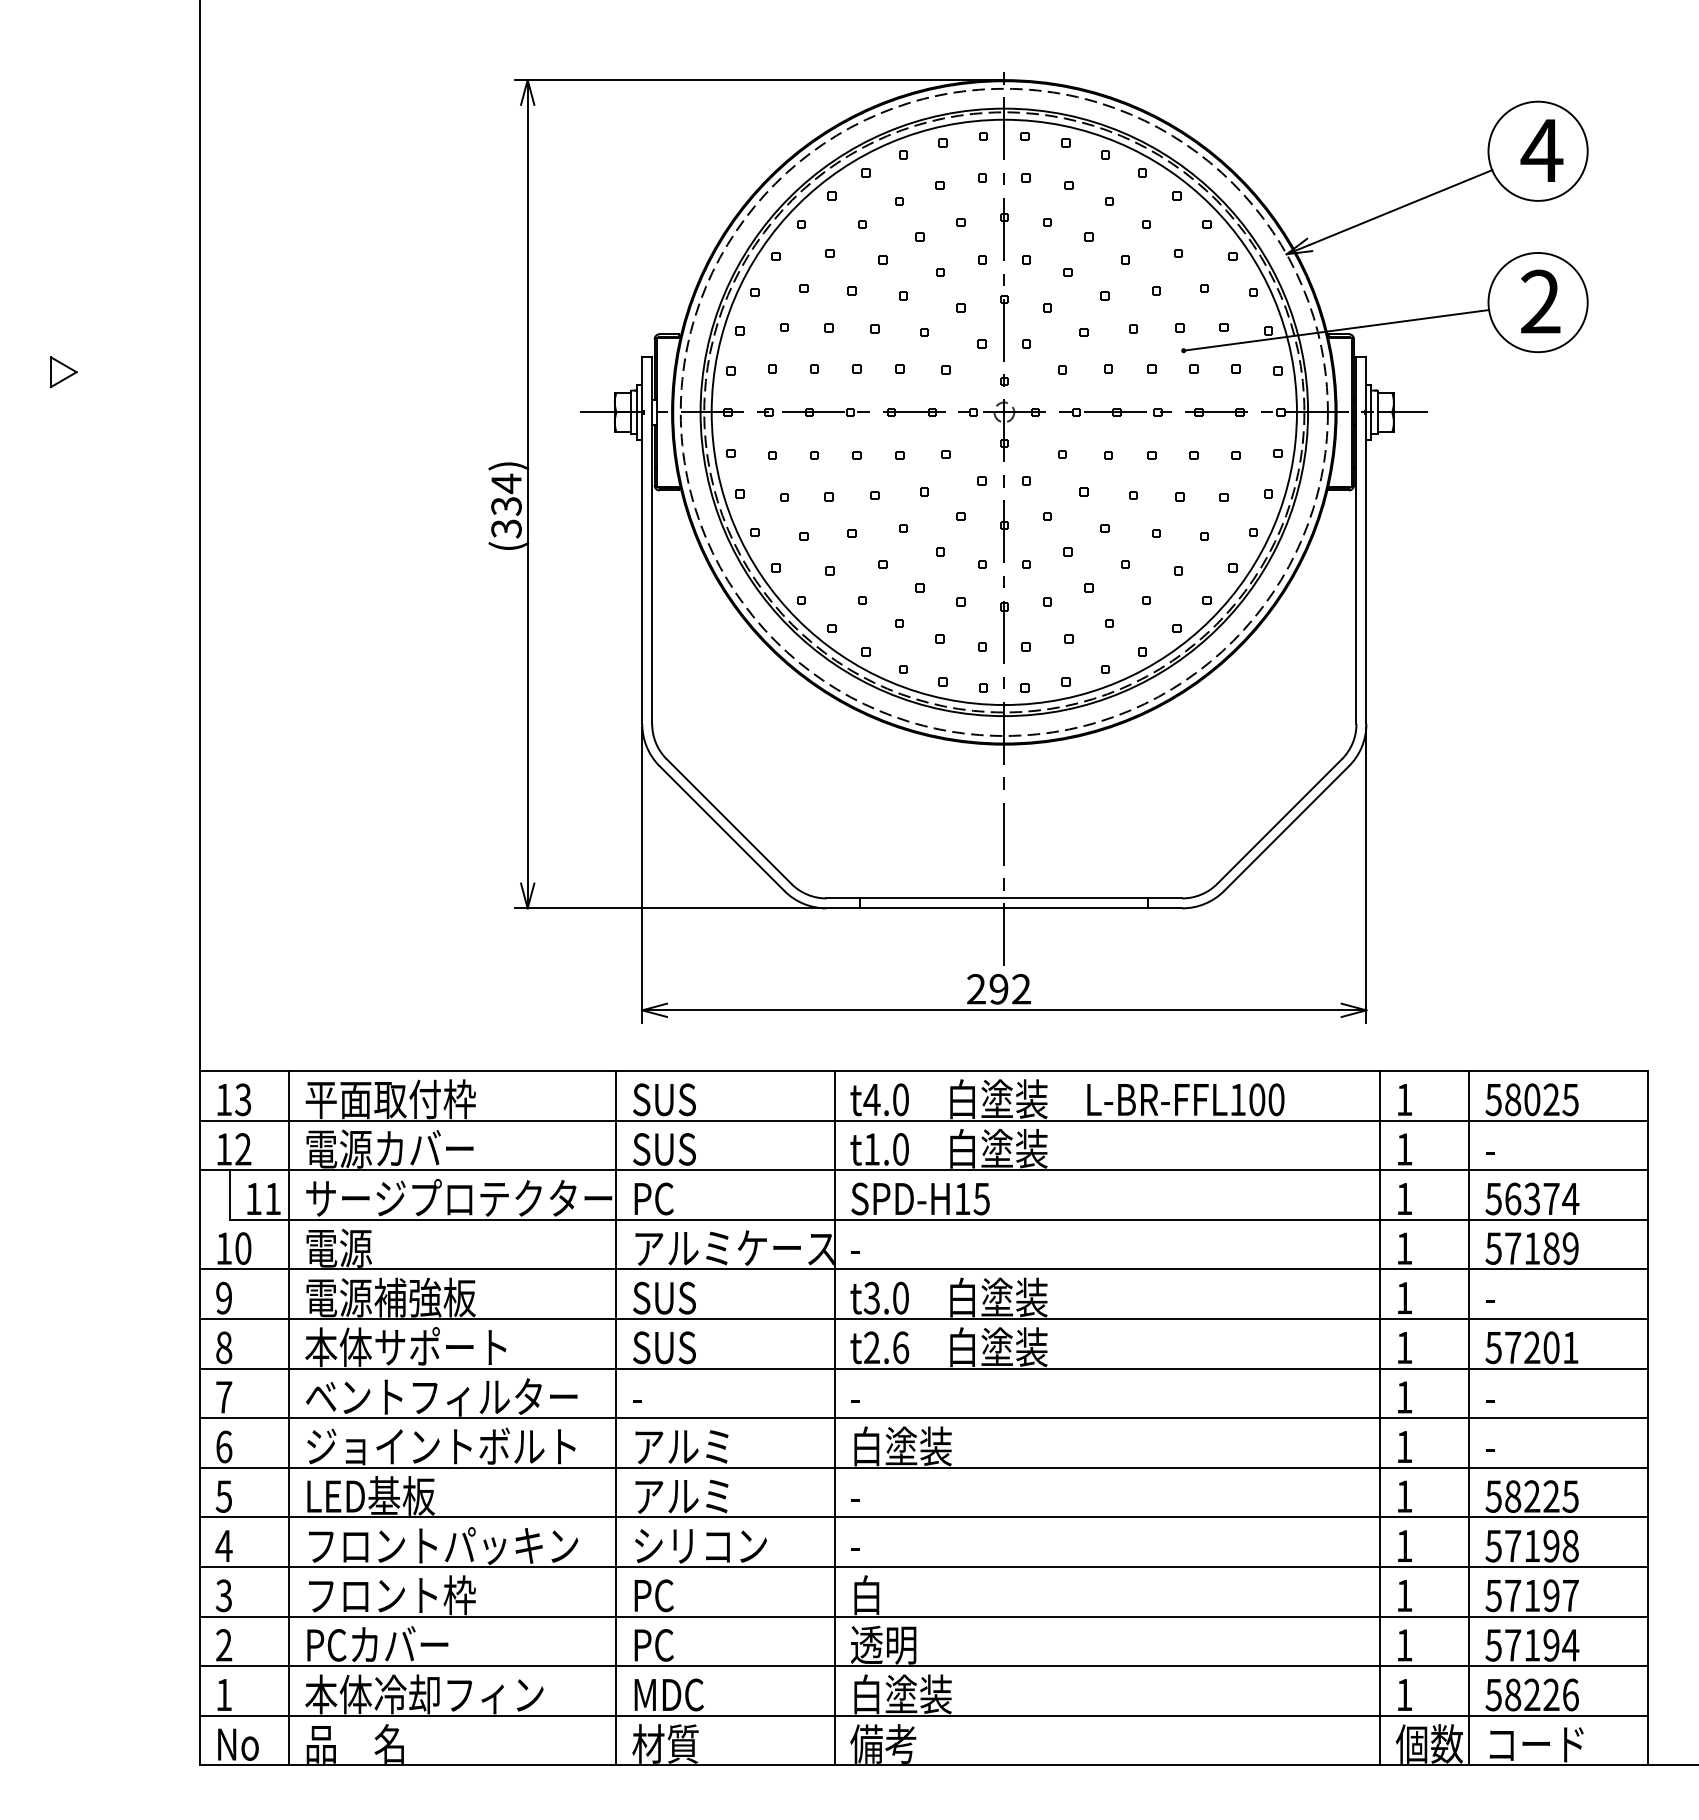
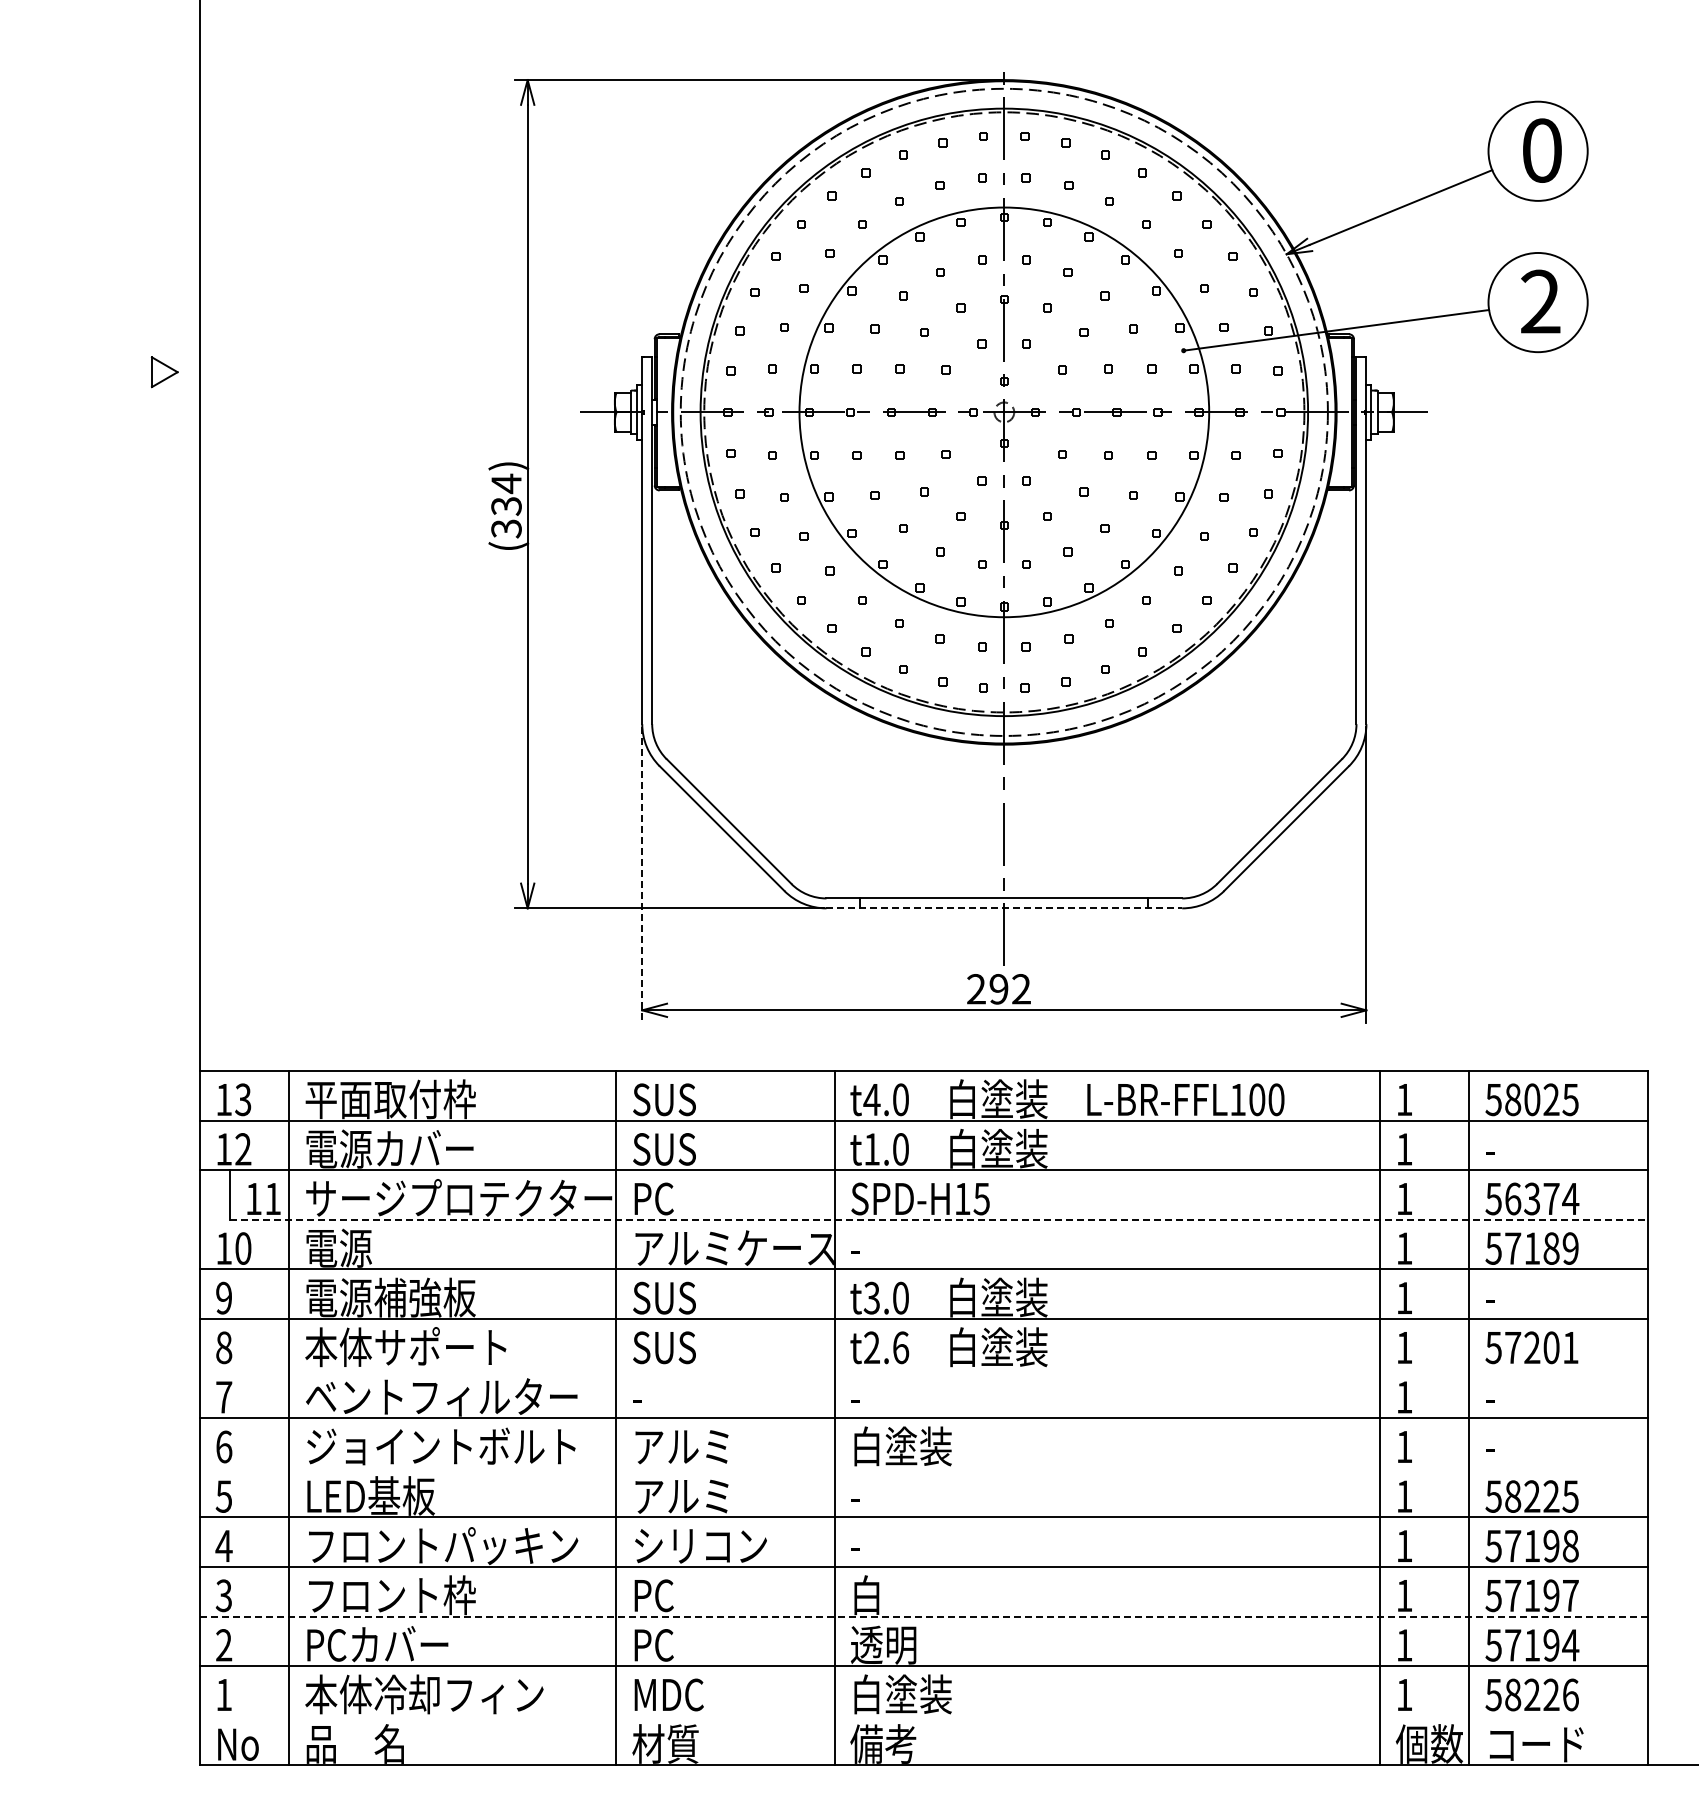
text at (1541, 150): 4 -> 0
part at (63, 372) position: (63, 372) -> (164, 372)
circle at (1003, 412) diameter: 585 px -> 410 px
line at (642, 875): solid -> dashed
line at (1004, 908): solid -> dashed
line at (939, 1219): solid -> dashed
line at (923, 1368): present -> none
line at (923, 1467): present -> none
line at (924, 1616): solid -> dashed
line at (923, 1715): present -> none
